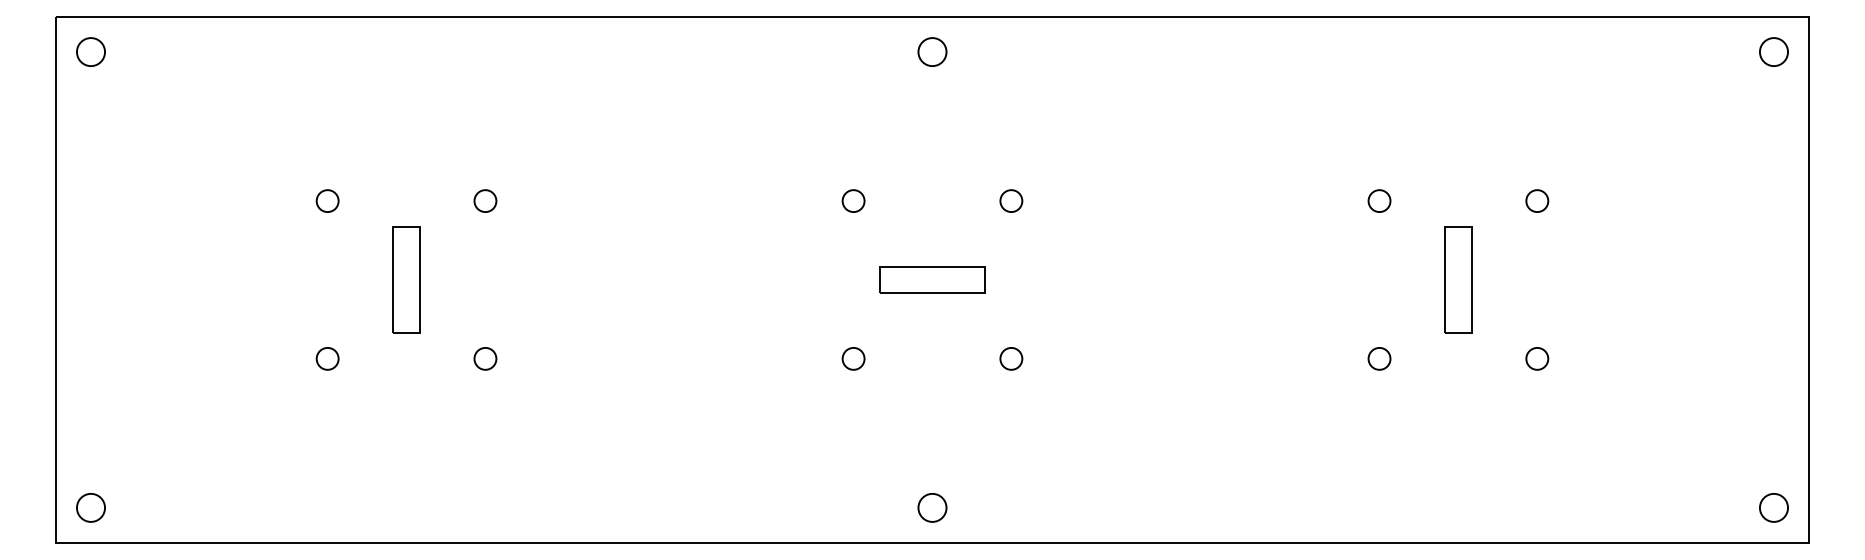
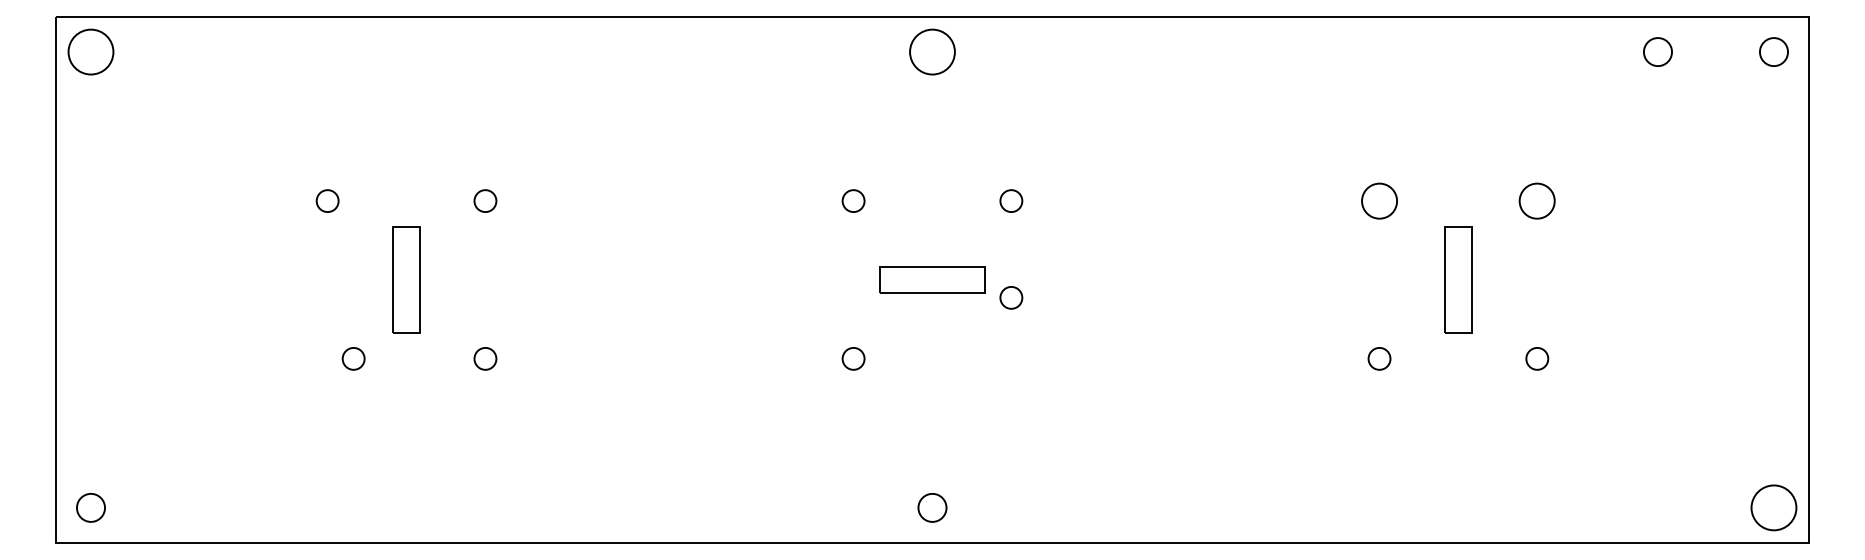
circle at (1657, 51): none -> present
circle at (90, 52) diameter: 28 px -> 45 px
circle at (932, 52) diameter: 28 px -> 45 px
circle at (1379, 200) size: 25x24 px -> 37x38 px
circle at (1537, 200) size: 25x24 px -> 38x38 px
circle at (327, 358) position: (327, 358) -> (353, 358)
circle at (1011, 358) position: (1011, 358) -> (1011, 297)
circle at (1773, 507) diameter: 28 px -> 45 px
